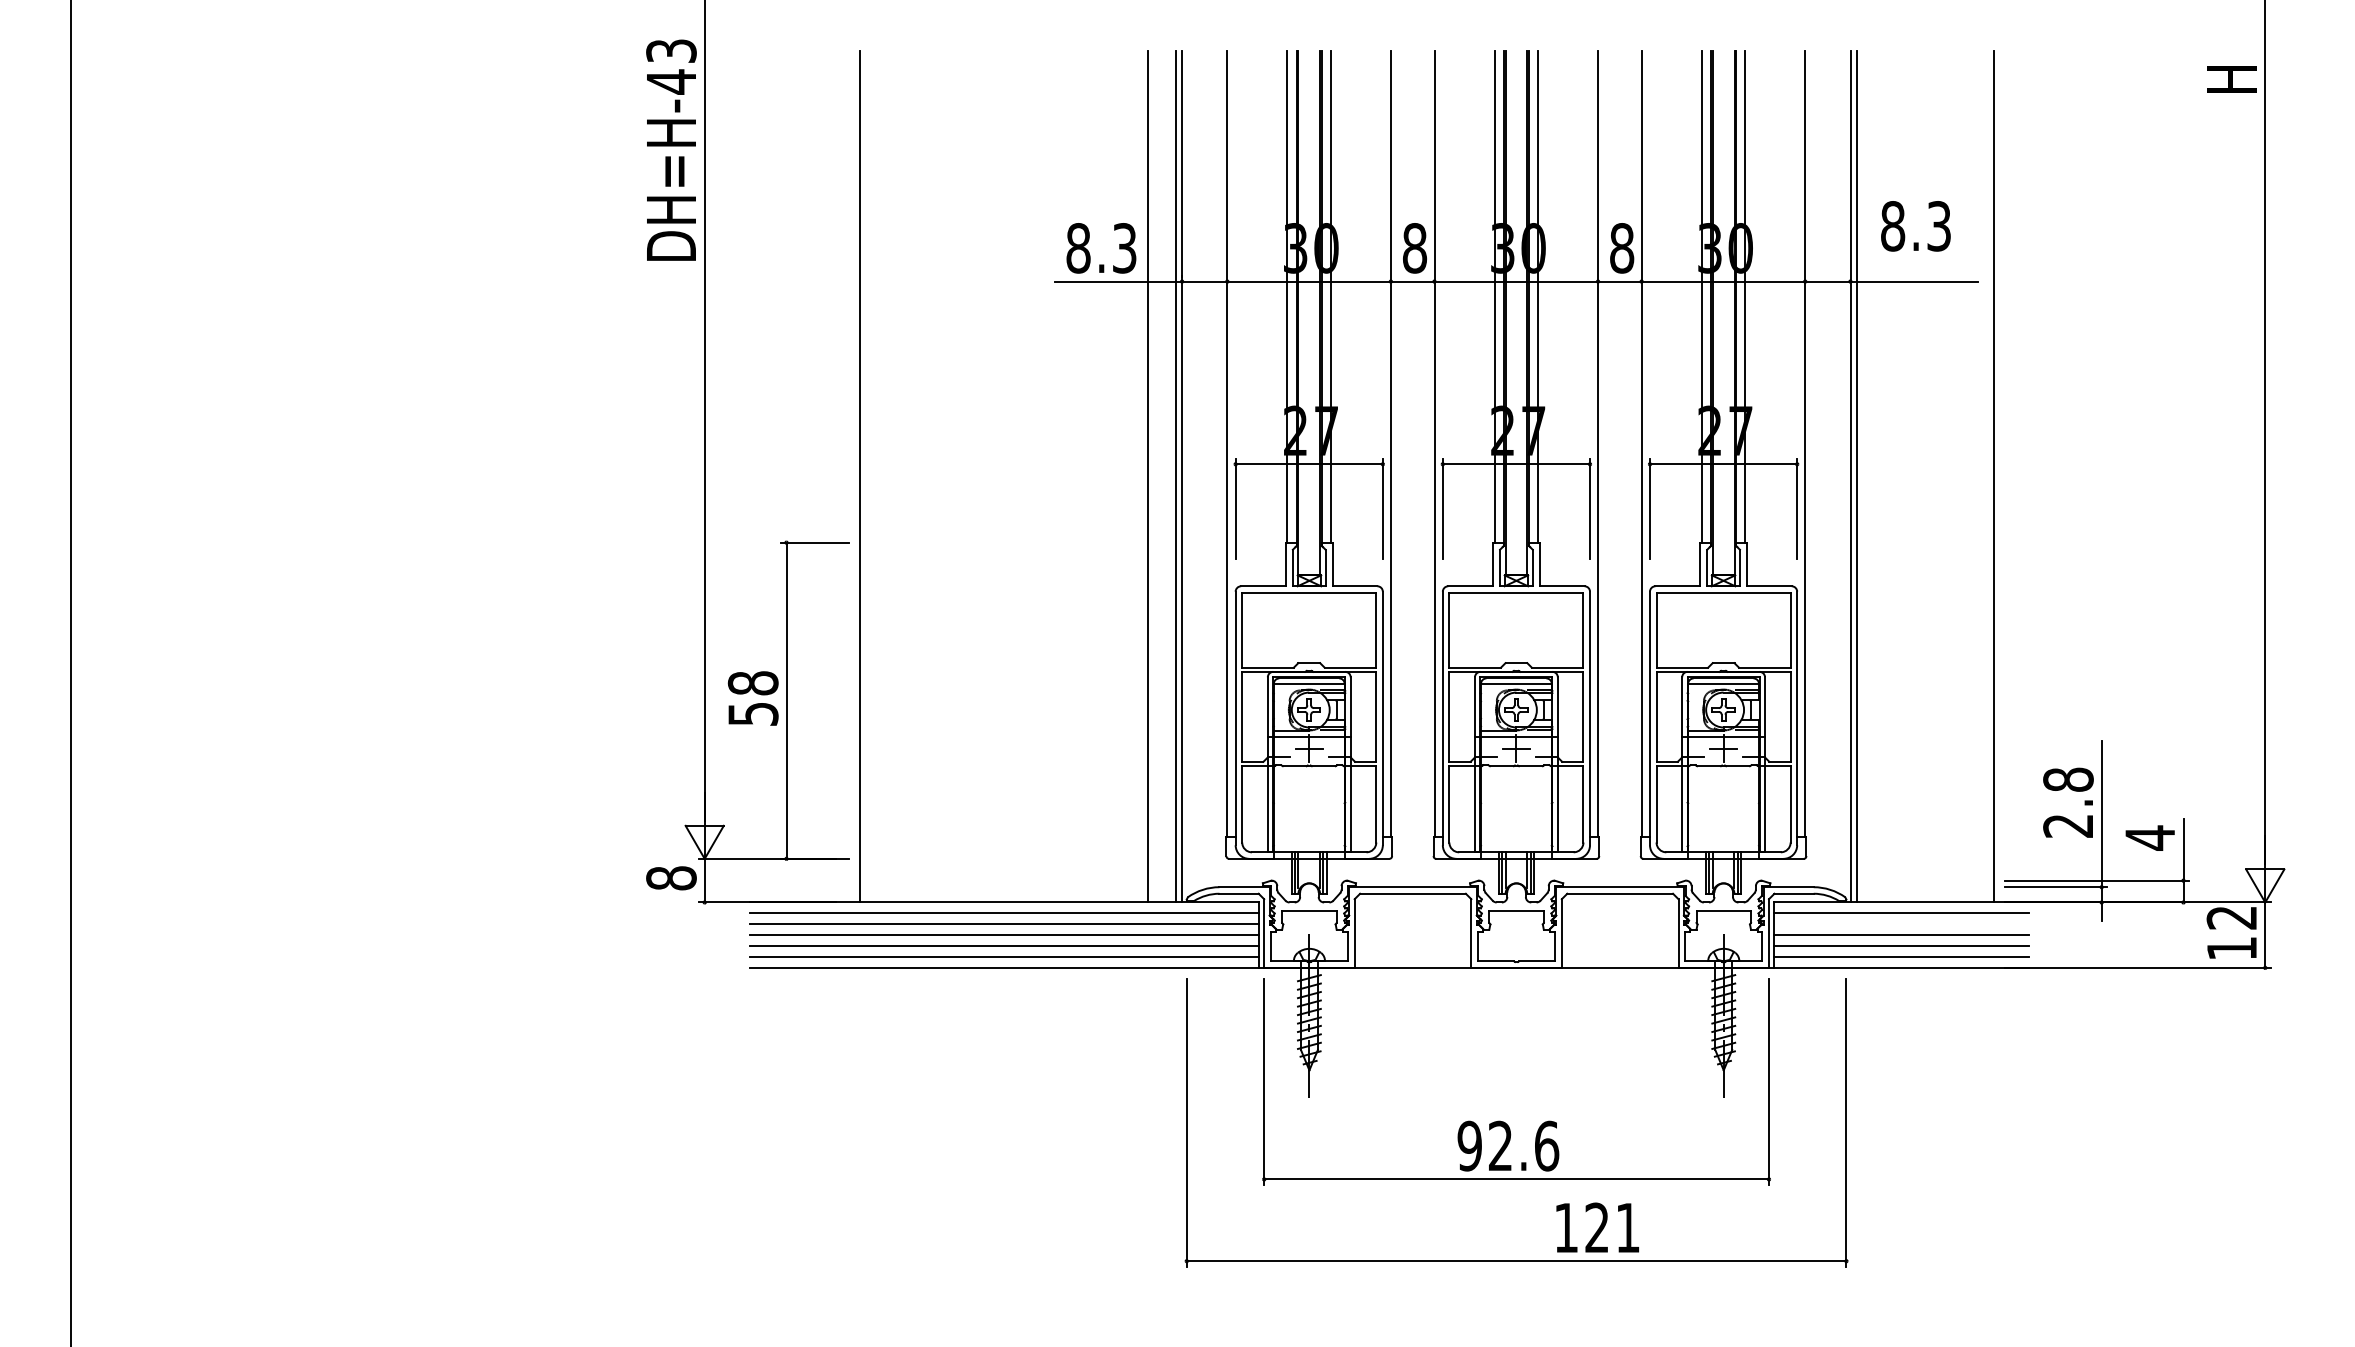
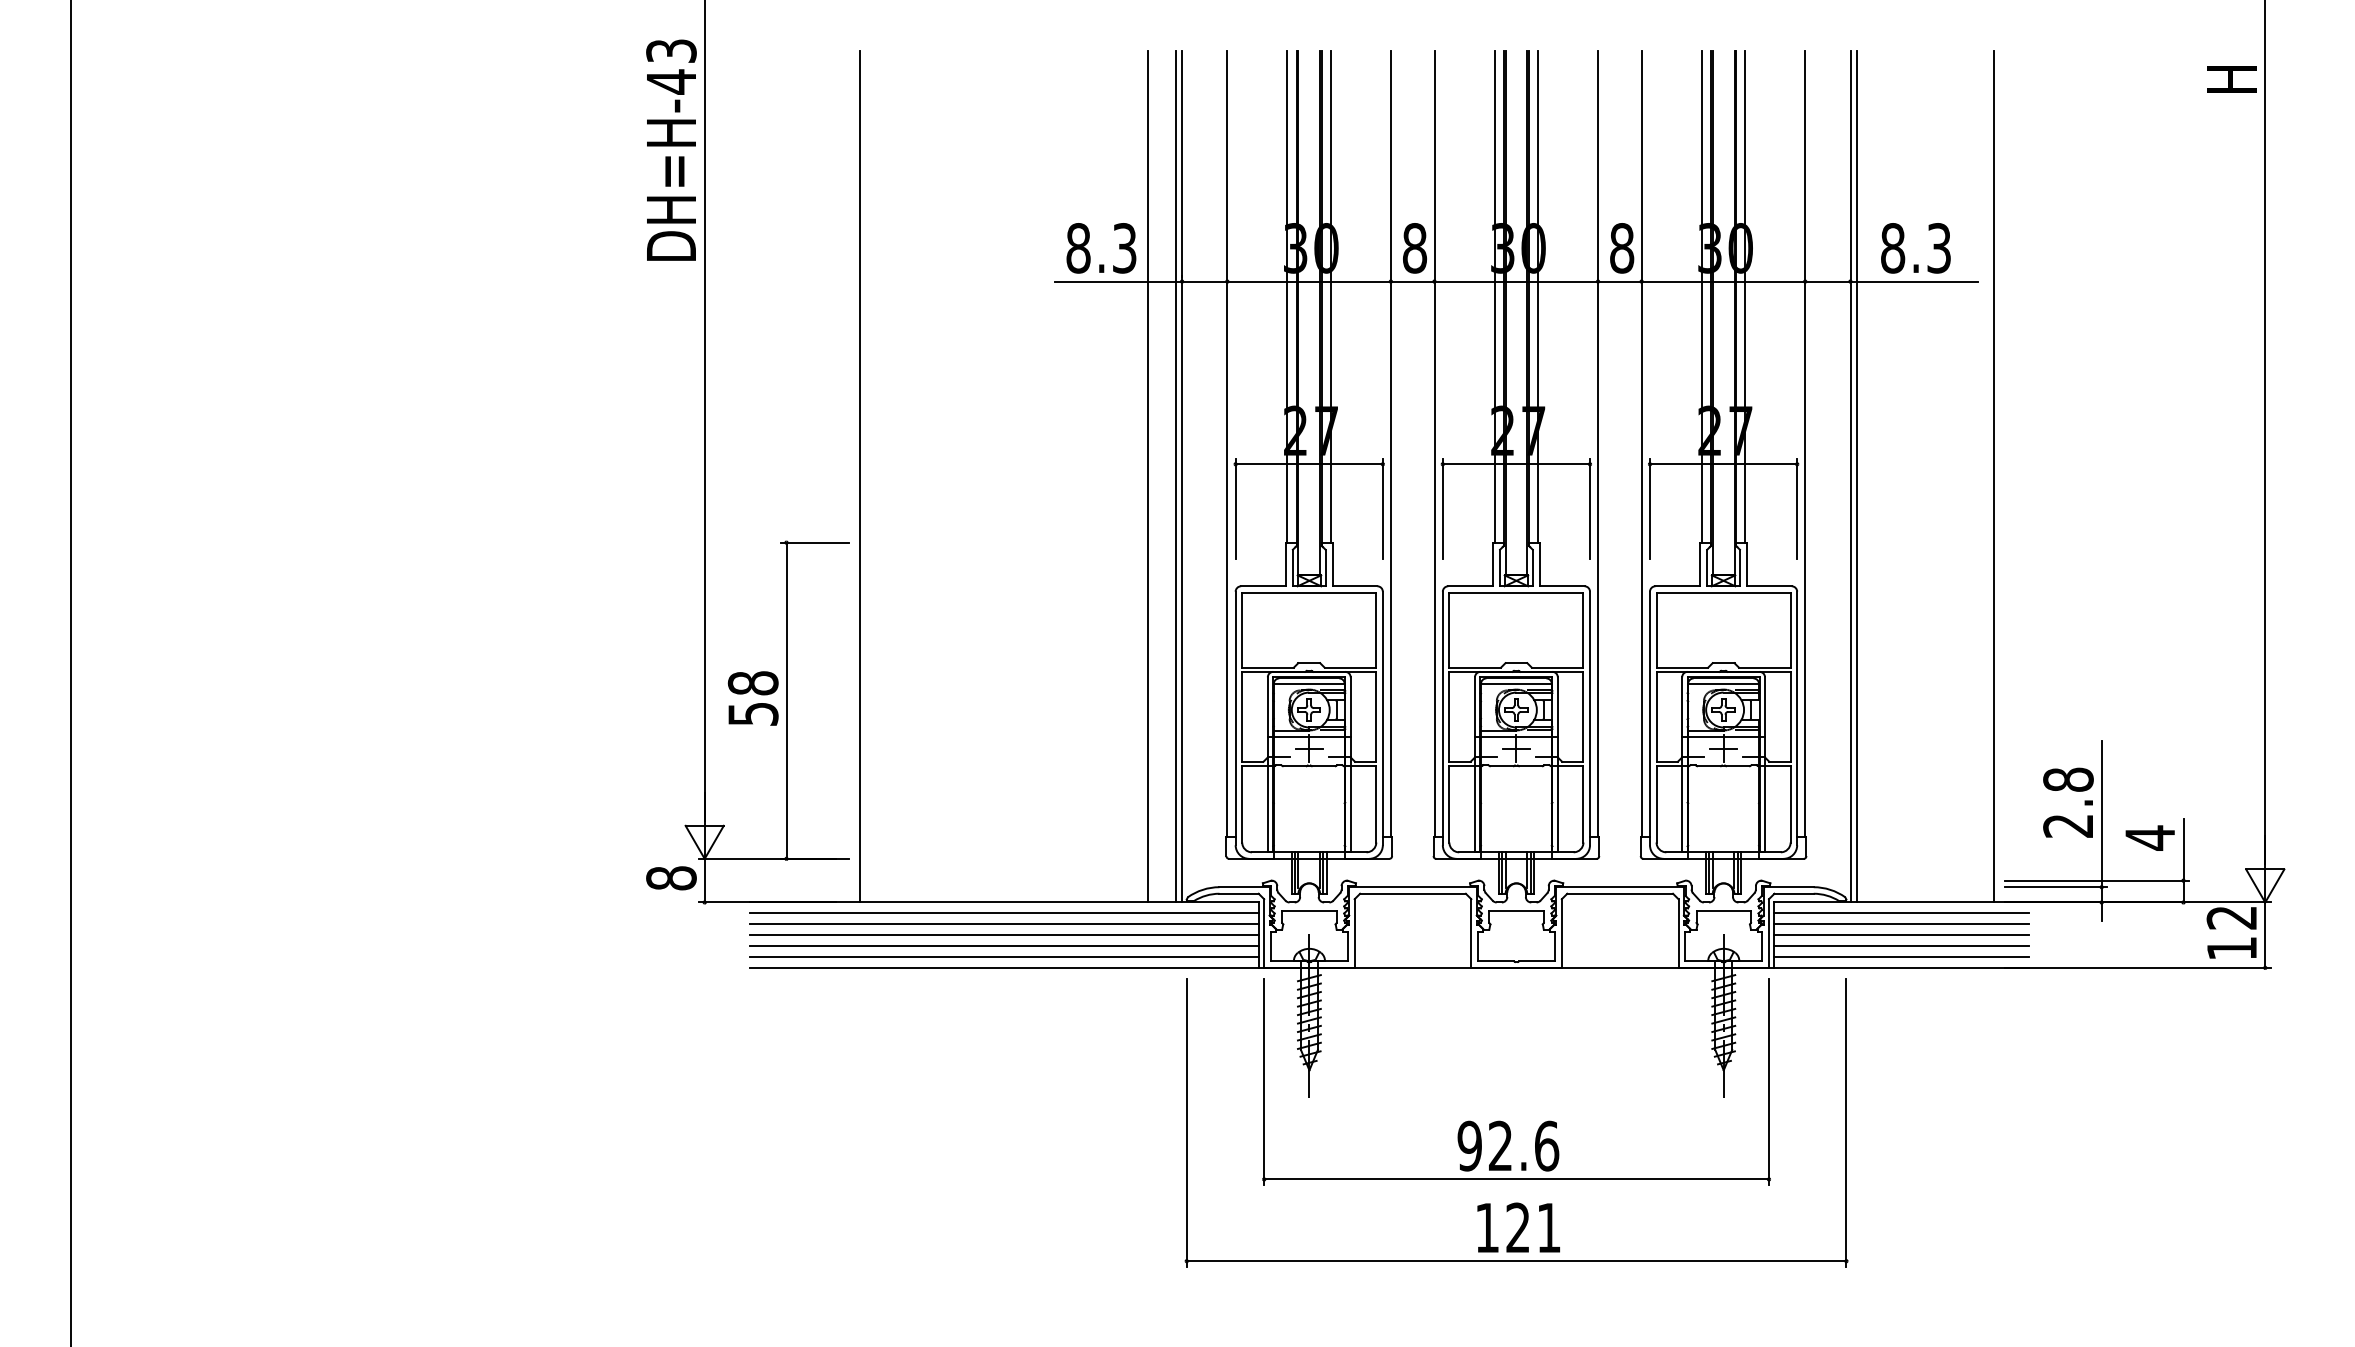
text at (1915, 226) position: (1915, 226) -> (1915, 248)
line at (1901, 924): none -> present
text at (1597, 1227) position: (1597, 1227) -> (1518, 1227)
